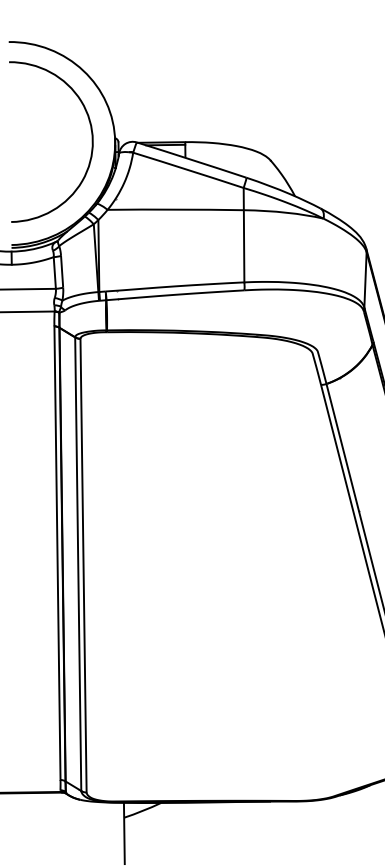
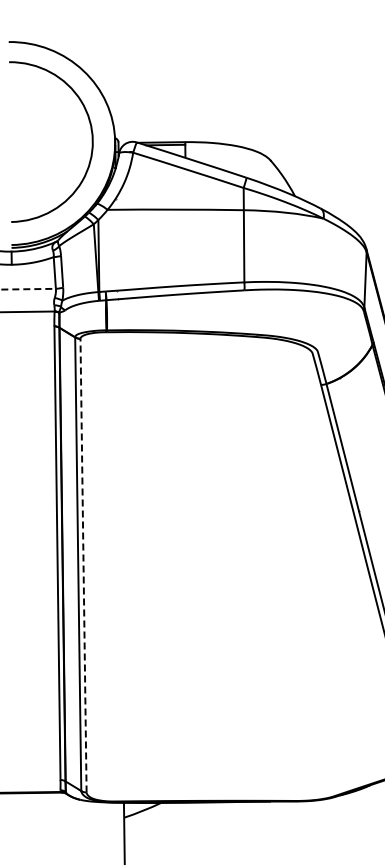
line at (28, 289): solid -> dashed
line at (83, 565): solid -> dashed
